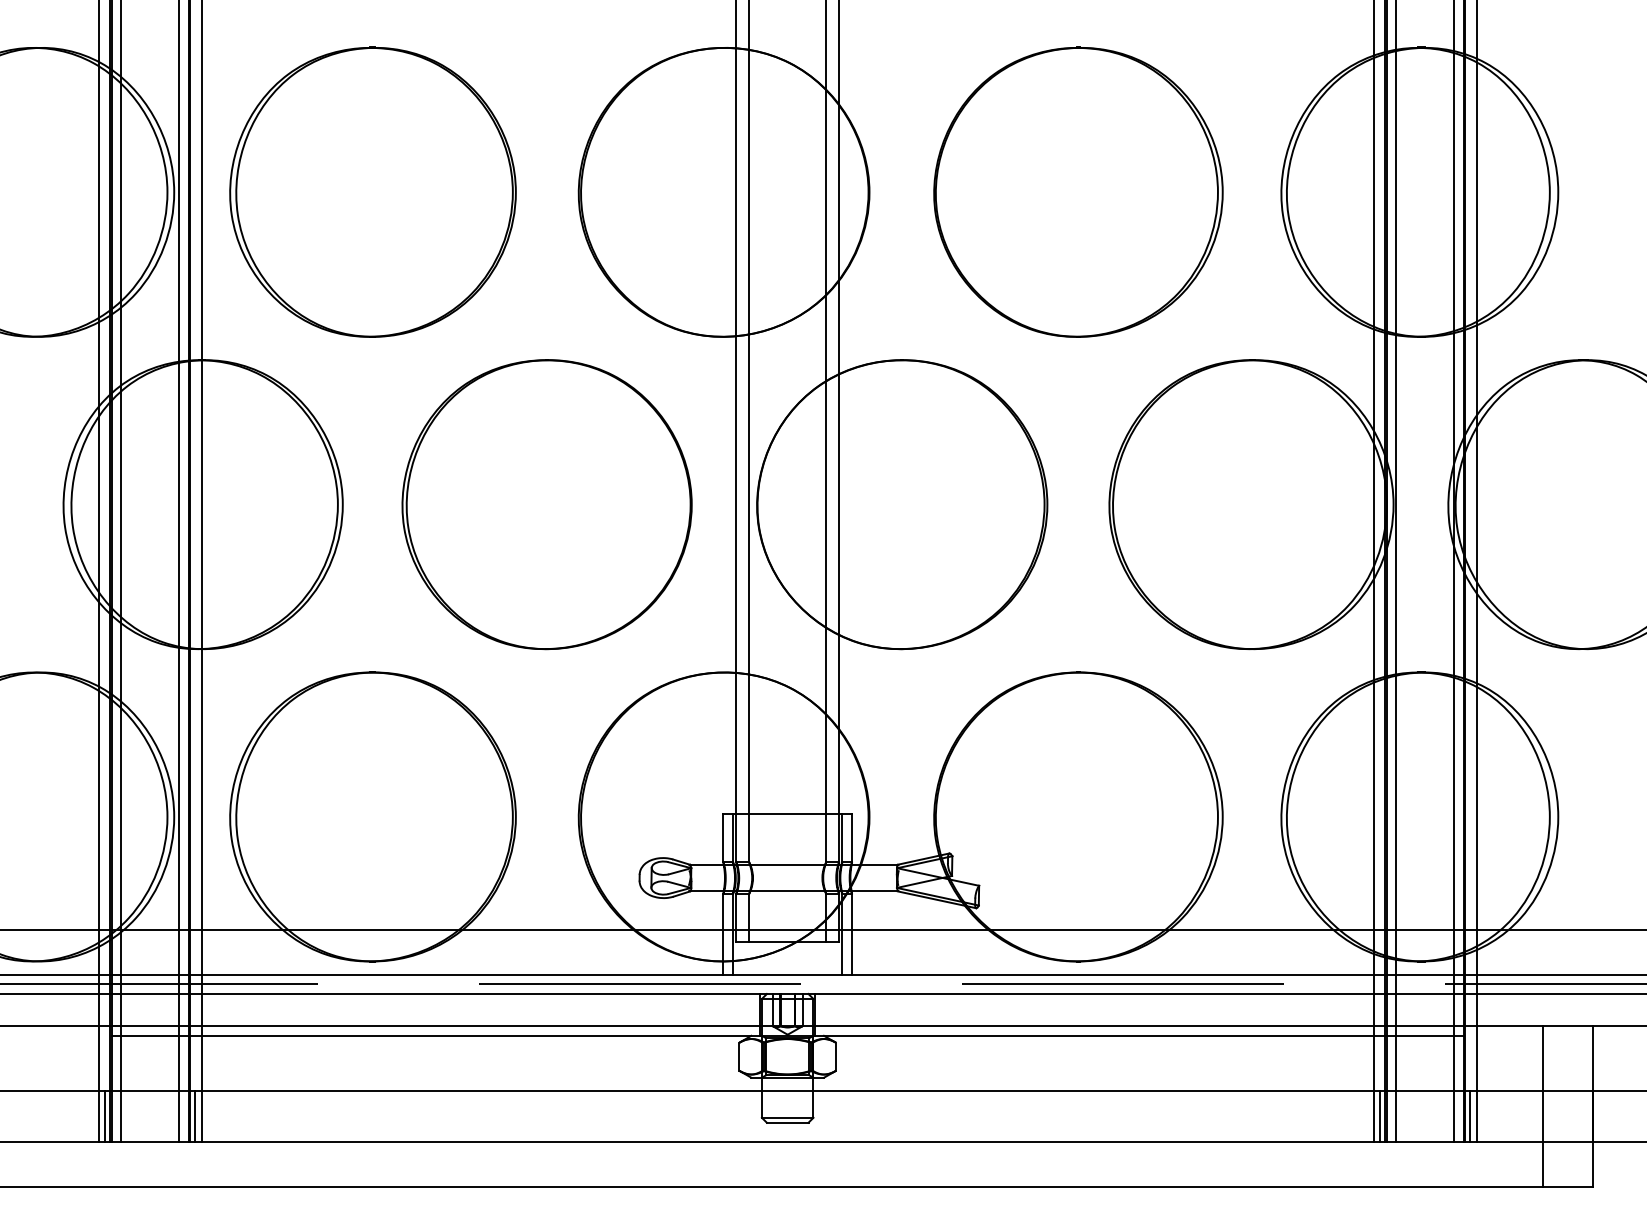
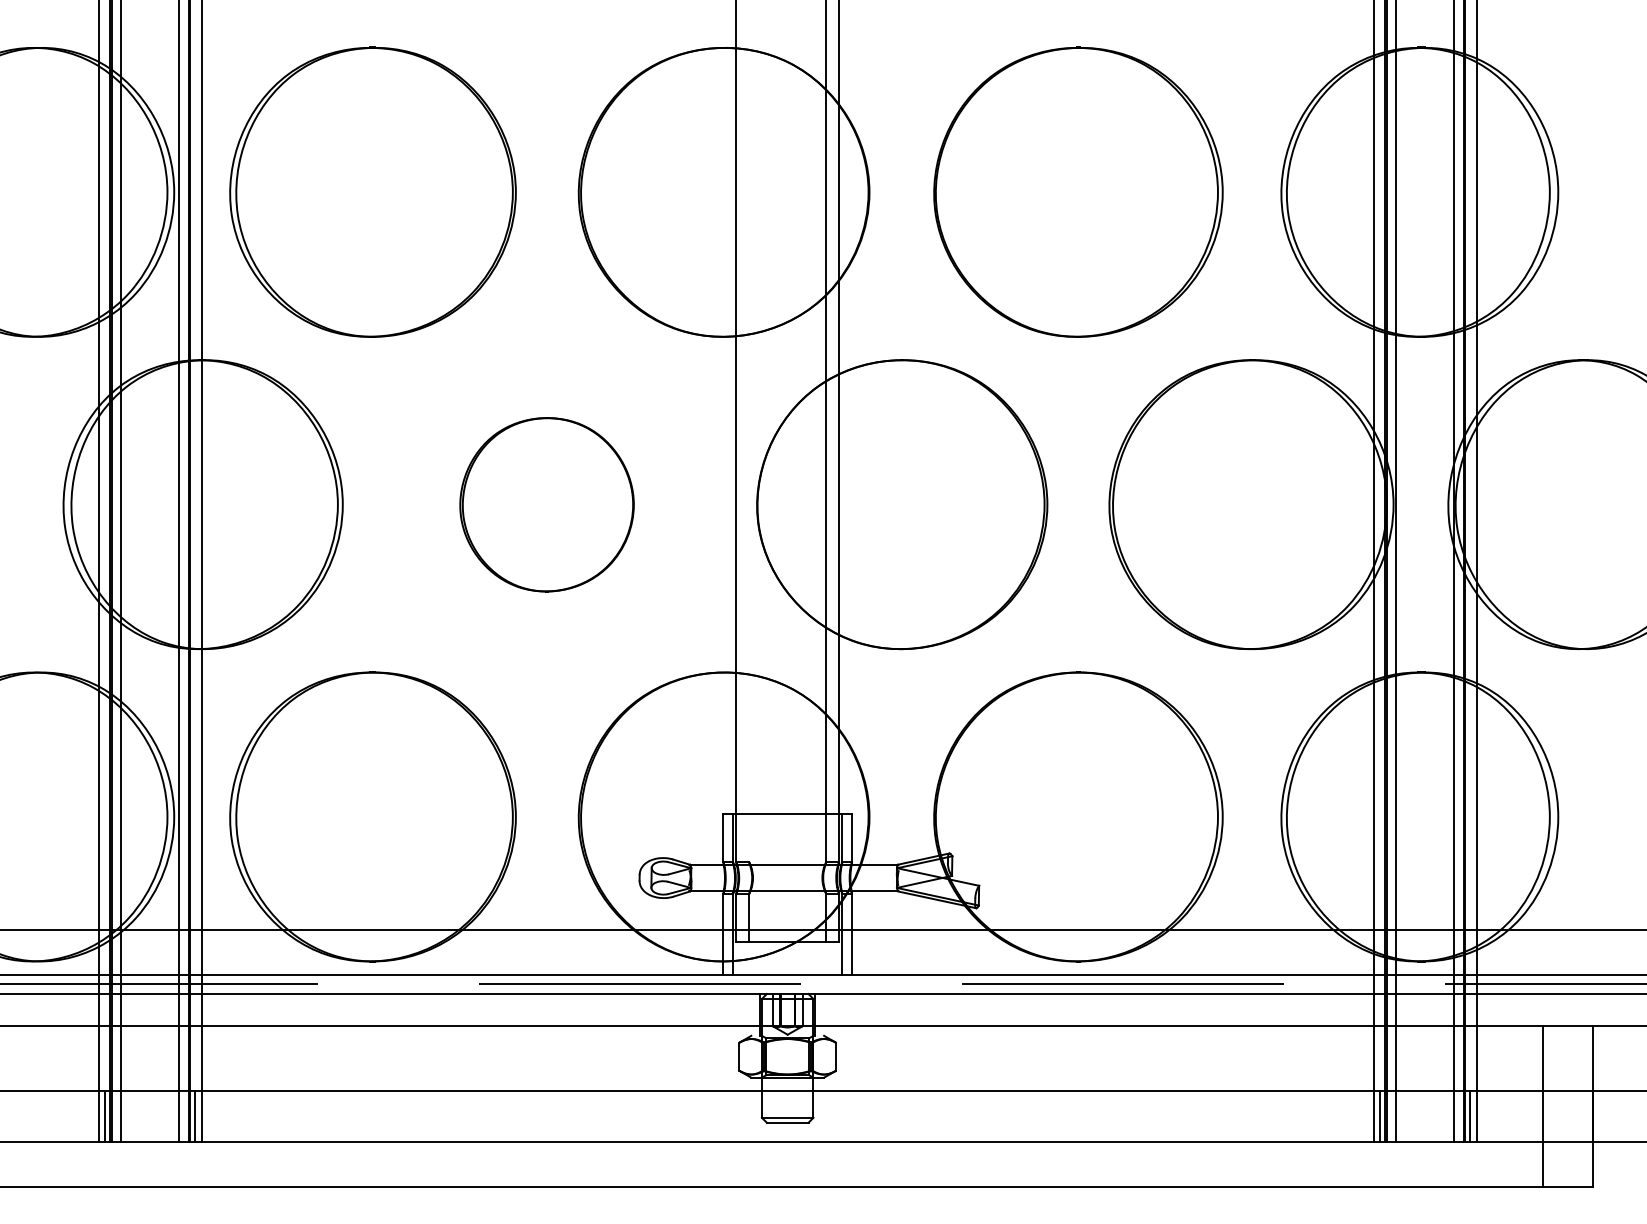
line at (749, 431): present -> none
part at (546, 504) size: 292x292 px -> 176x176 px
line at (787, 1035): present -> none
